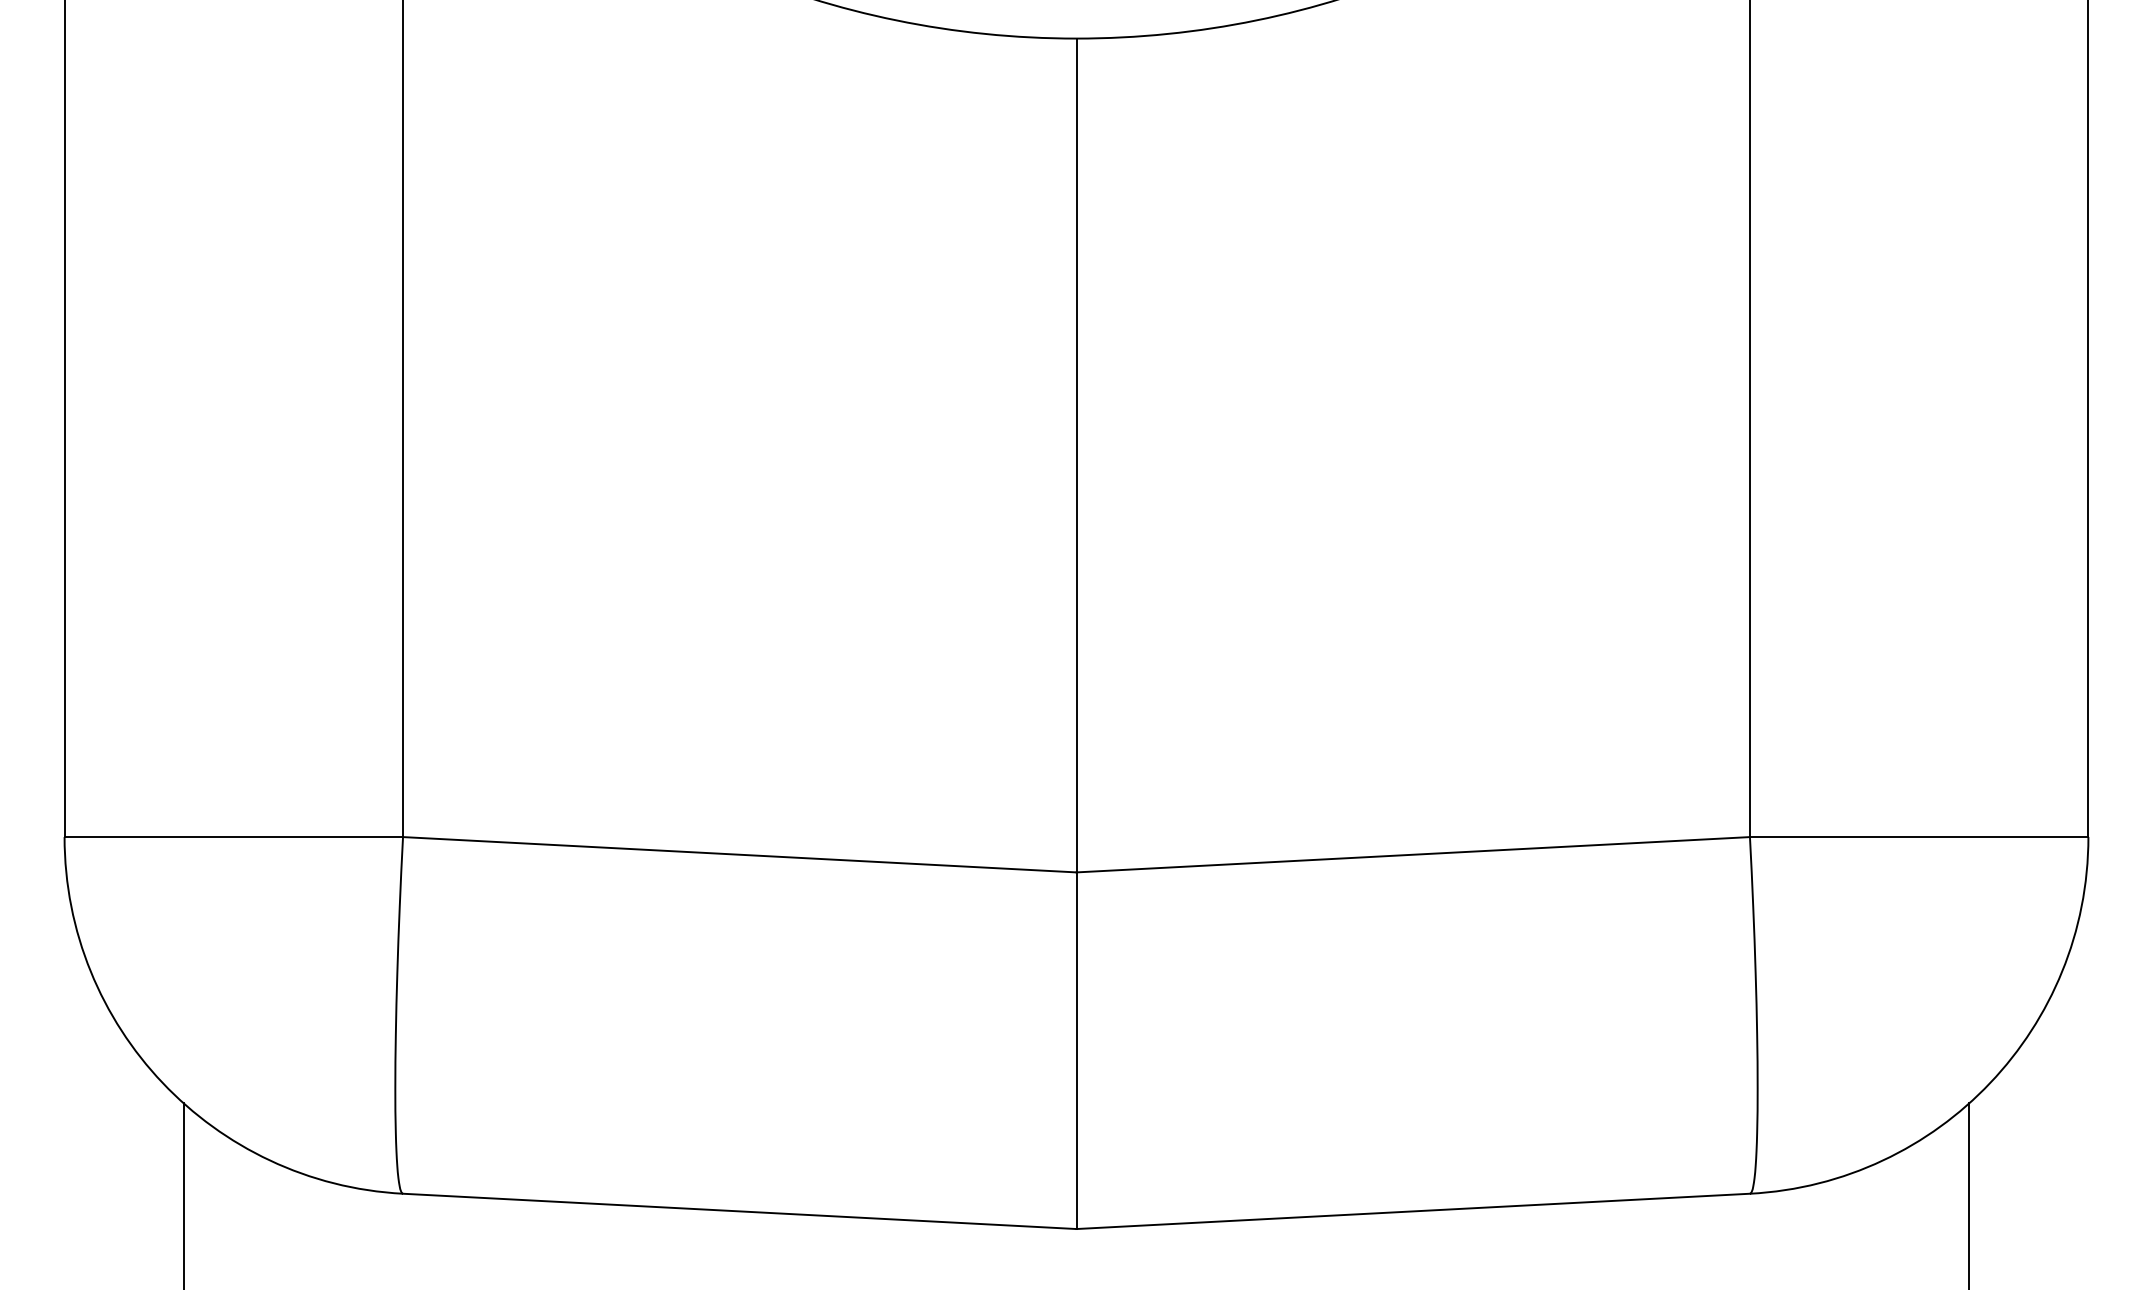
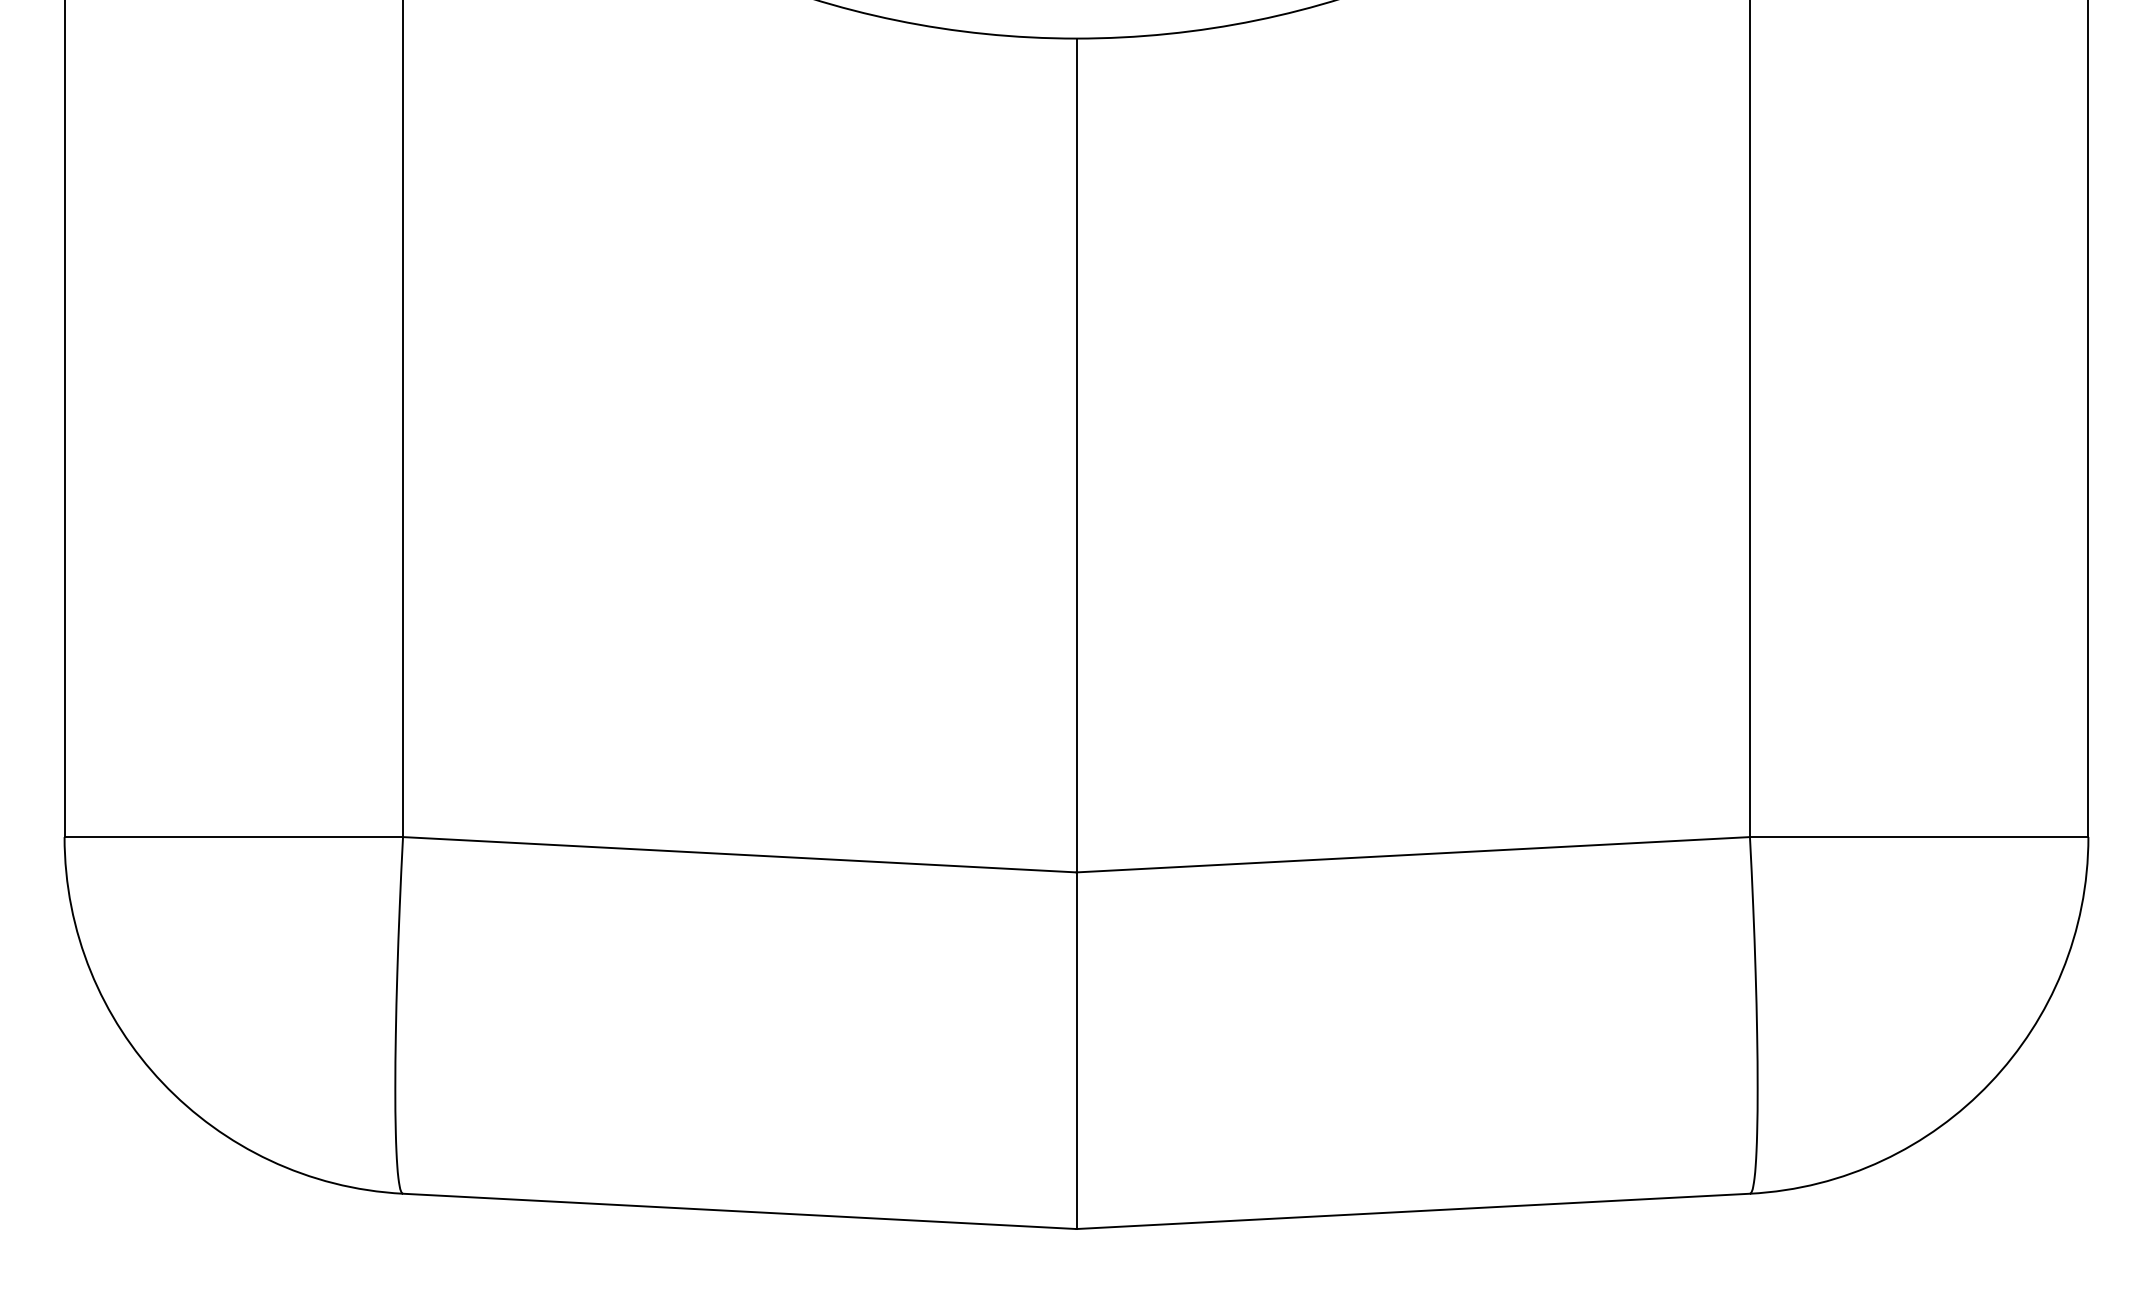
line at (183, 1194): present -> none
line at (1969, 1194): present -> none
